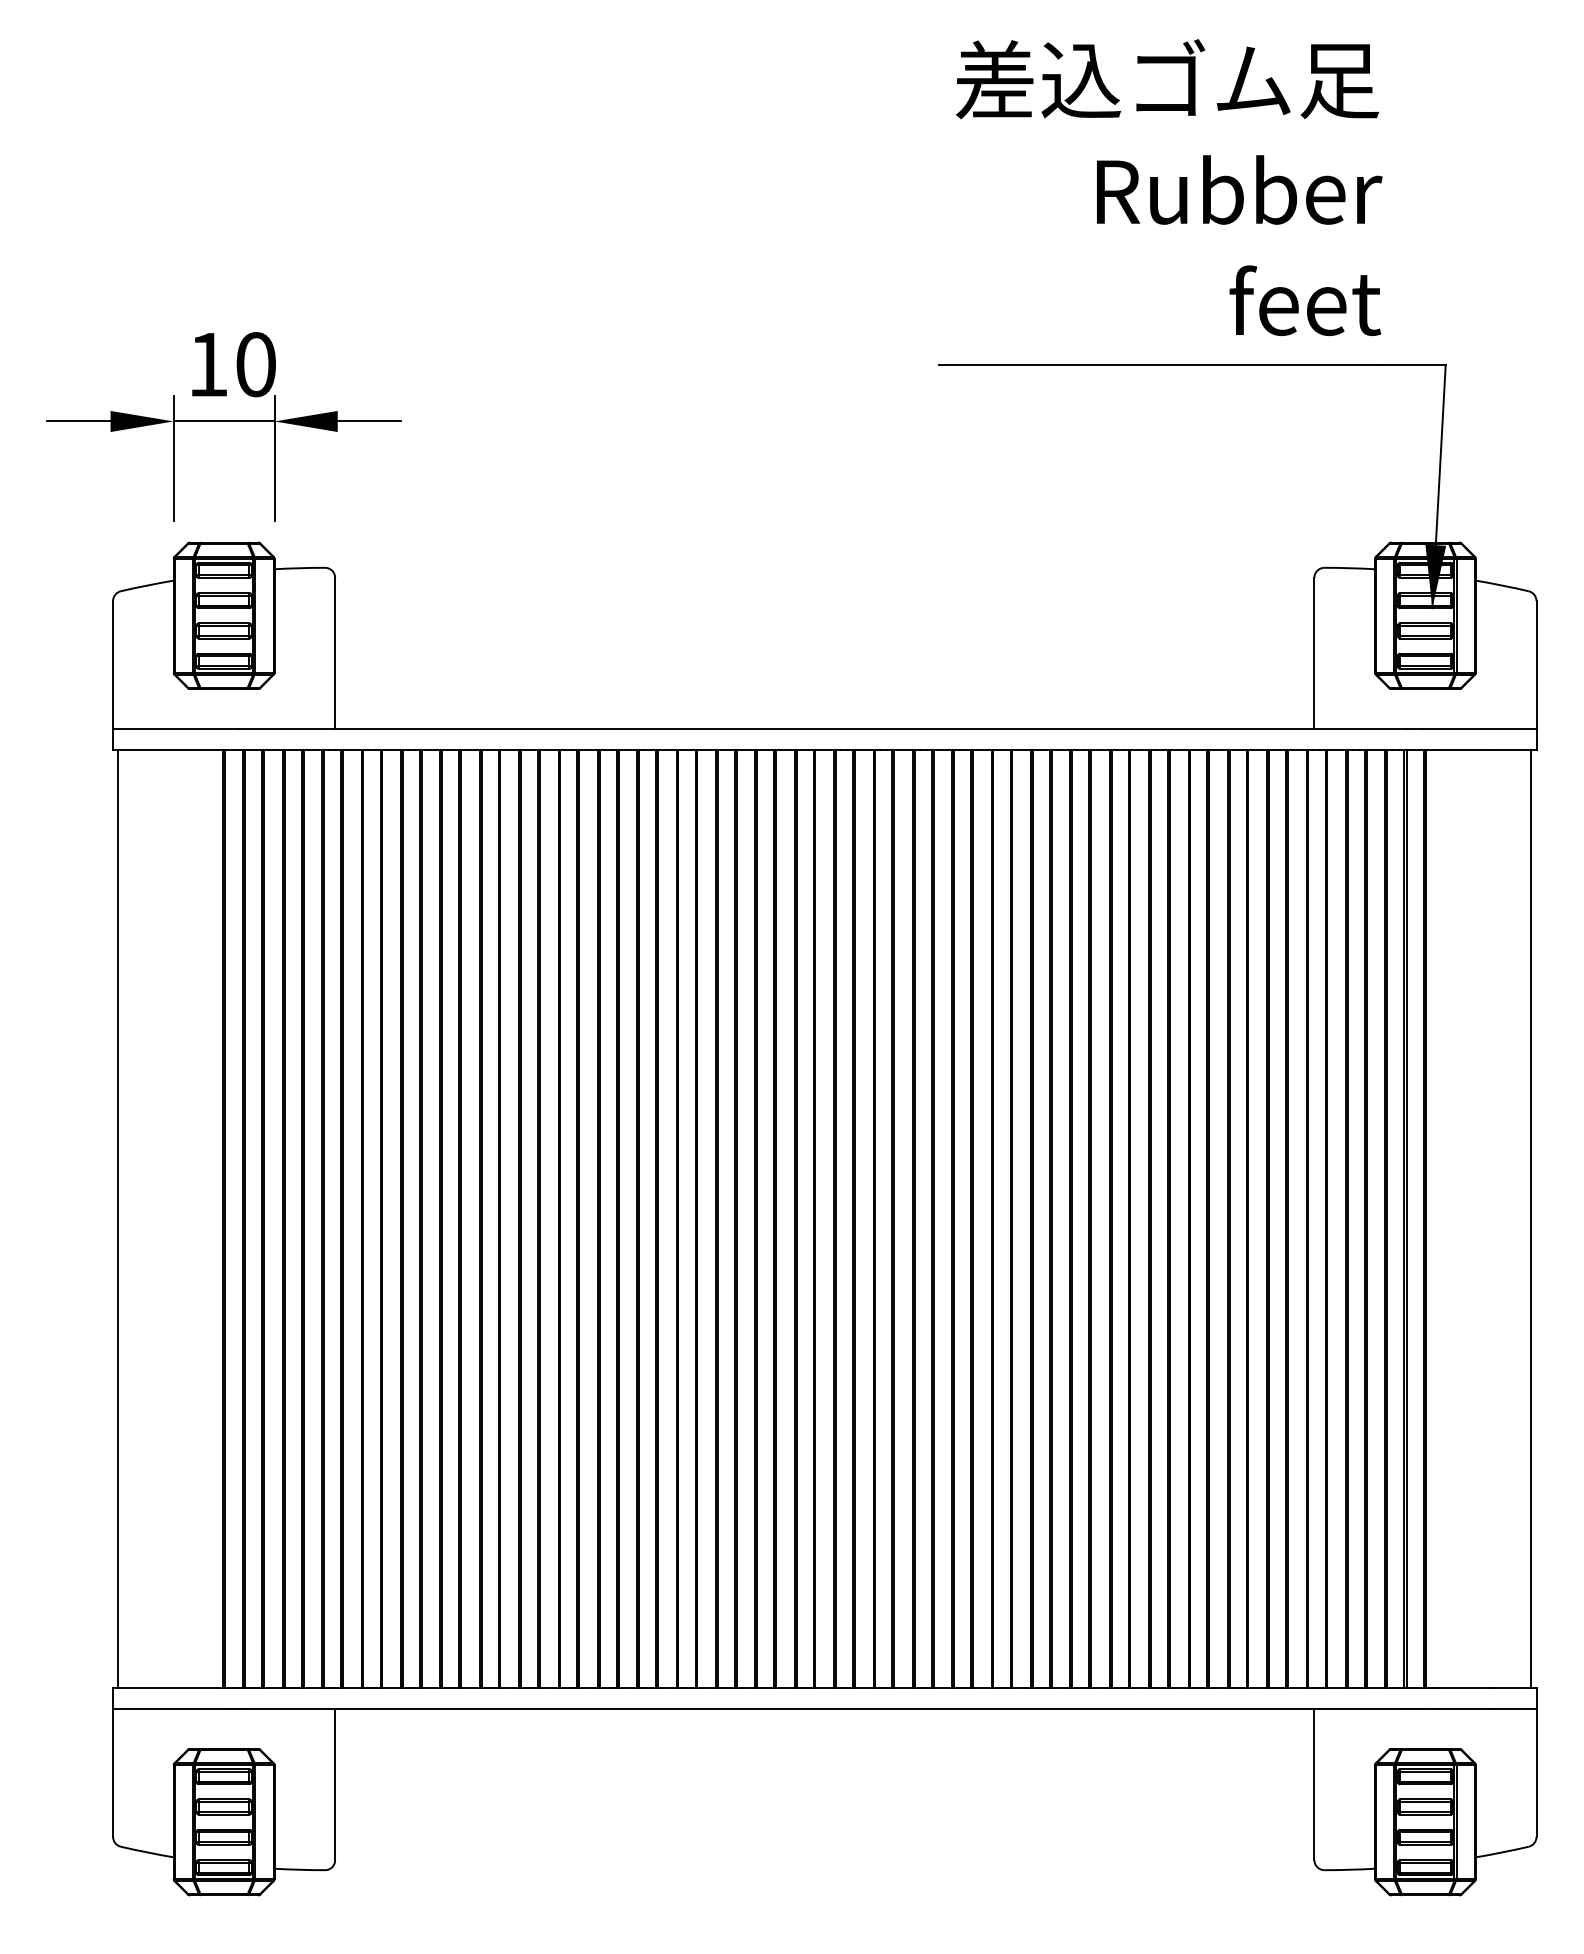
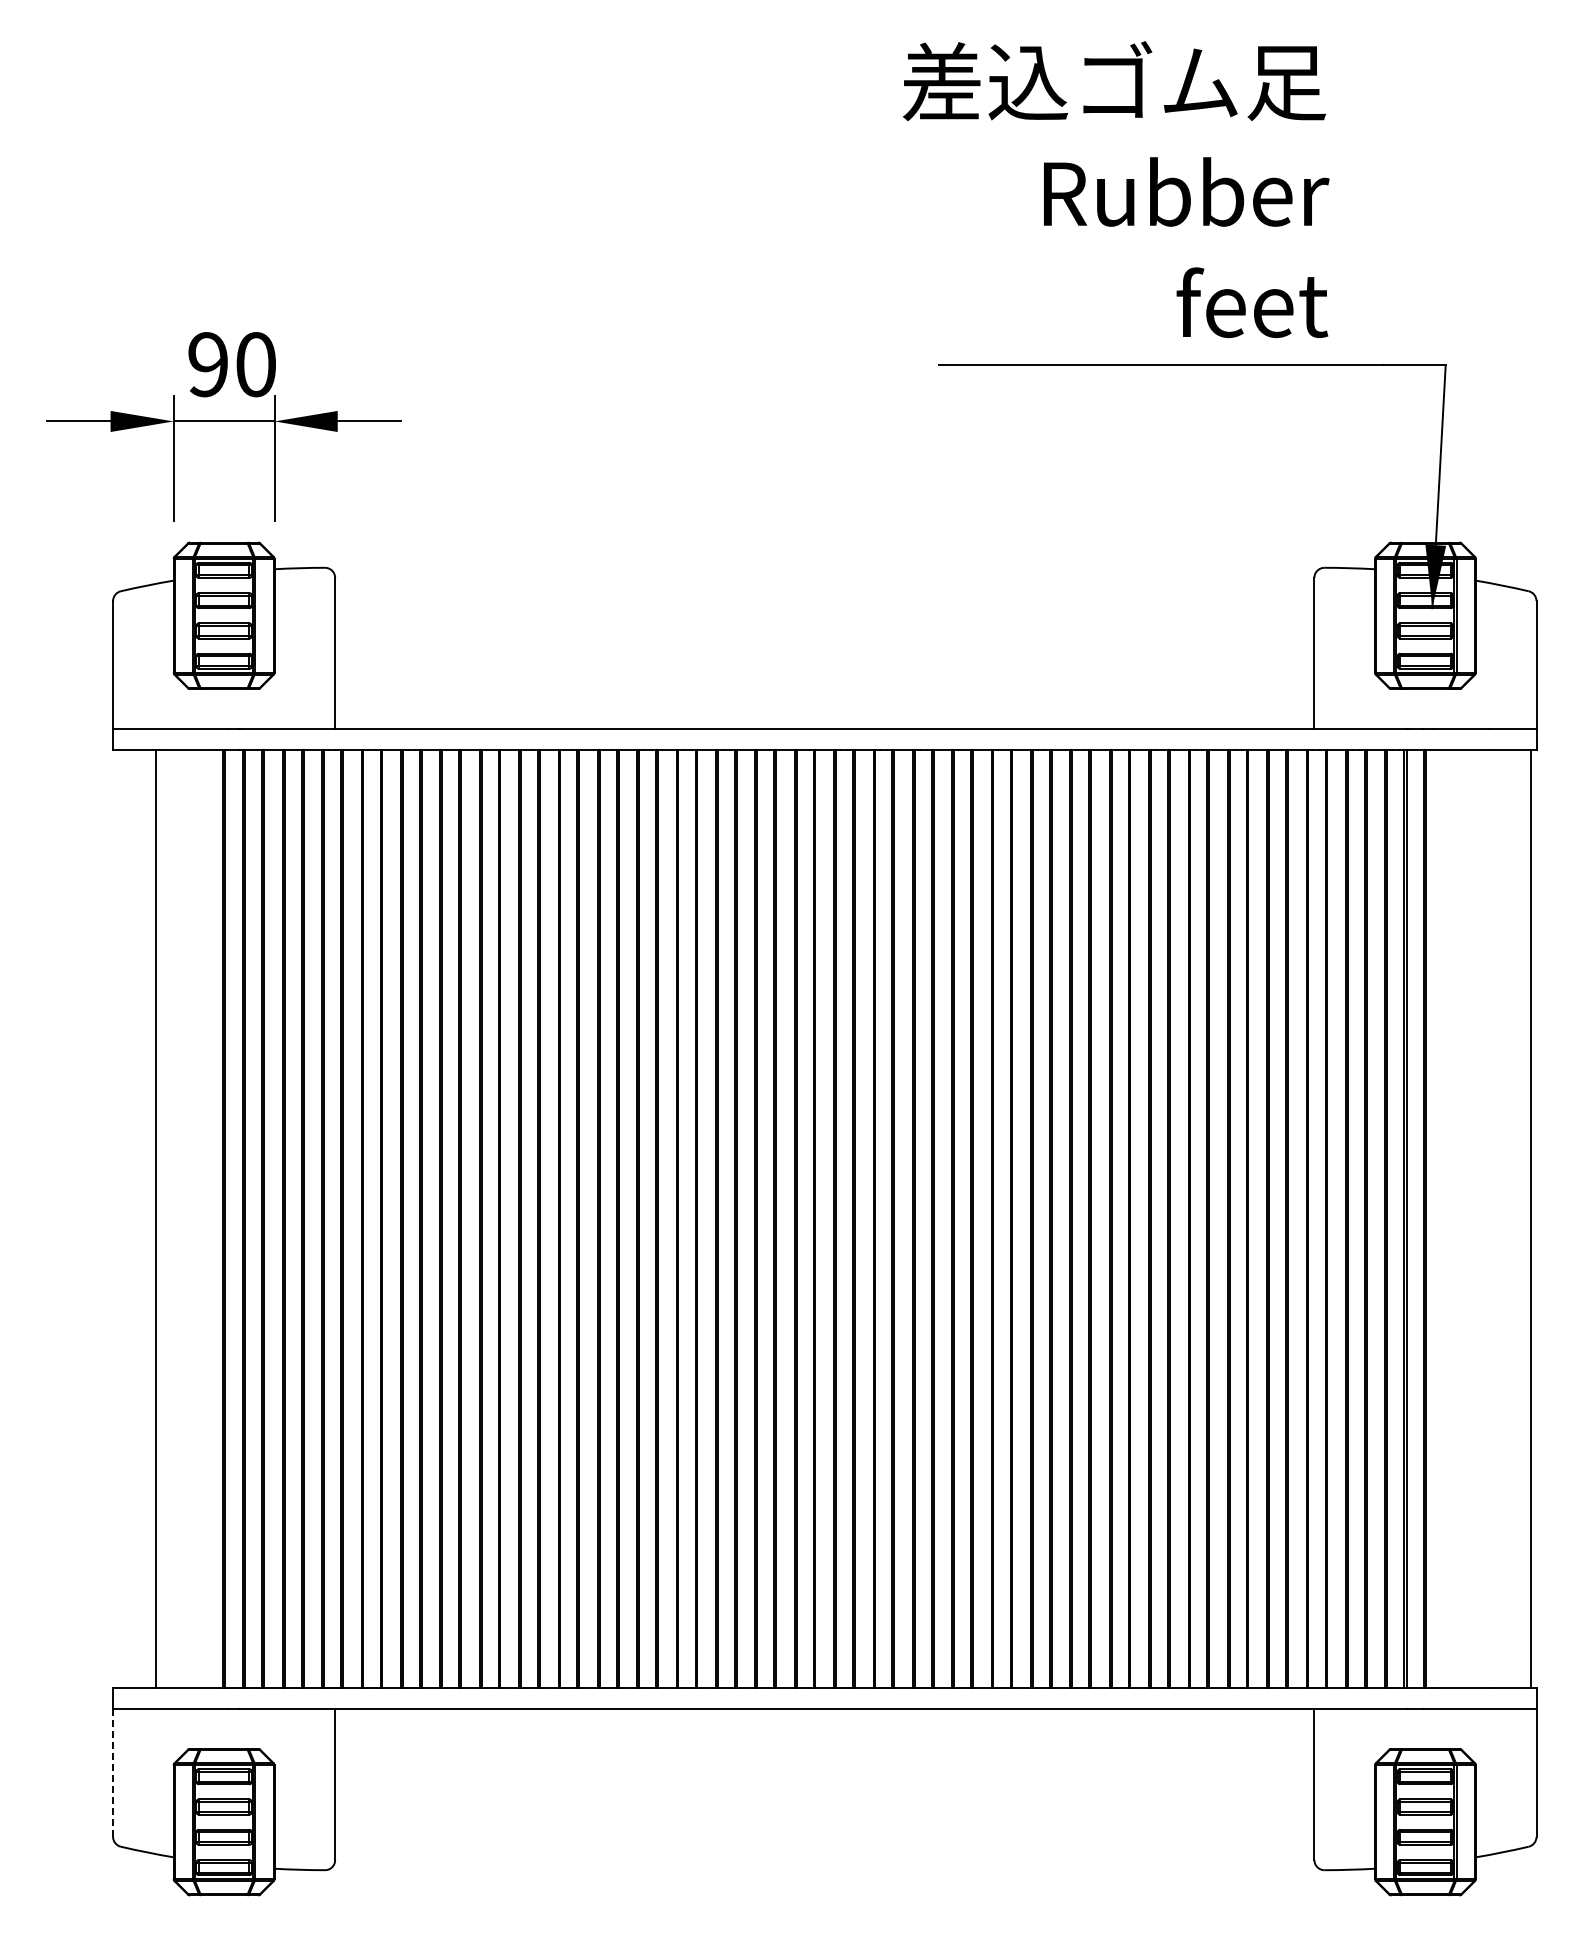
text at (1169, 187) position: (1169, 187) -> (1116, 189)
text at (207, 364): 10 -> 90
line at (118, 1218) position: (118, 1218) -> (156, 1218)
line at (113, 1773): solid -> dashed
